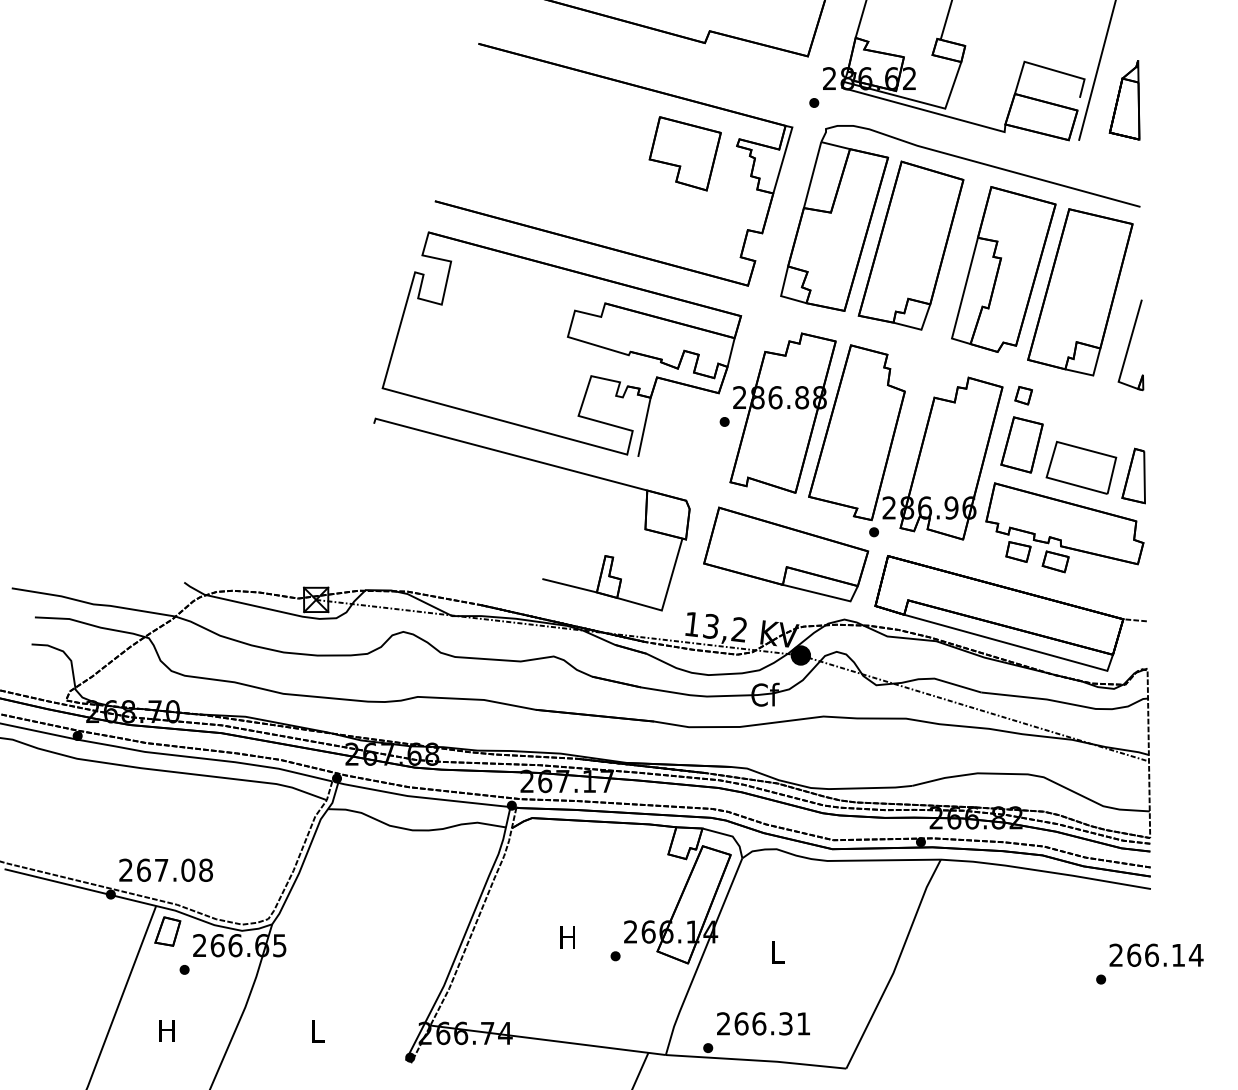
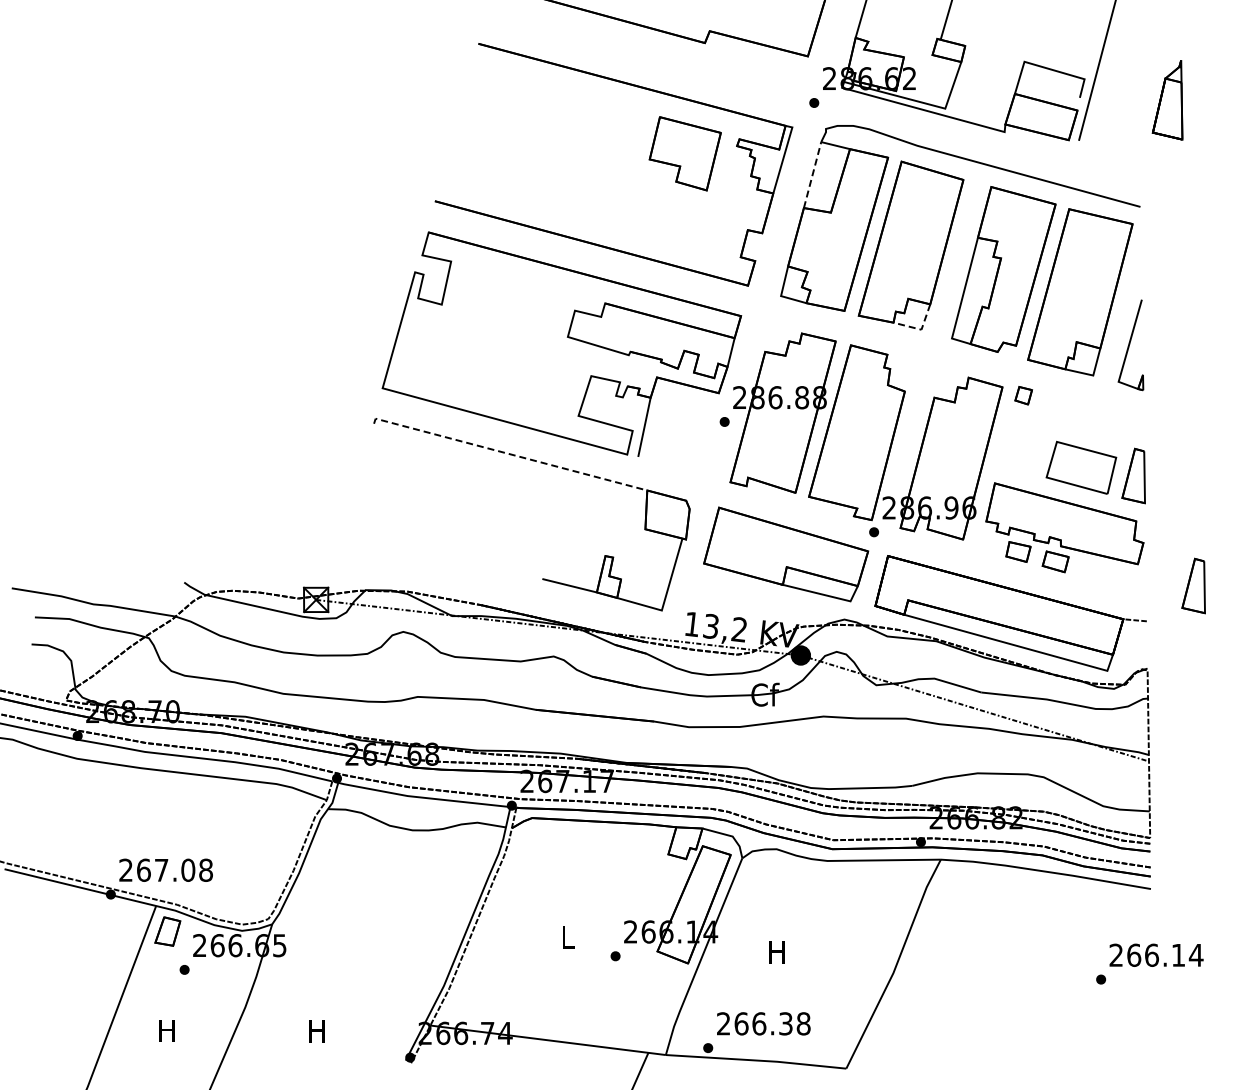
part at (1124, 100) position: (1124, 100) -> (1167, 100)
line at (812, 174): solid -> dashed
line at (920, 329): solid -> dashed
part at (1021, 444): present -> none
line at (508, 453): solid -> dashed
part at (1193, 585): none -> present
text at (567, 937): H -> L
text at (776, 952): L -> H
text at (803, 1023): 266.31 -> 266.38
text at (316, 1031): L -> H
